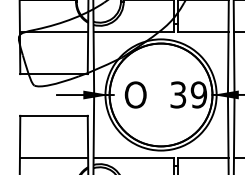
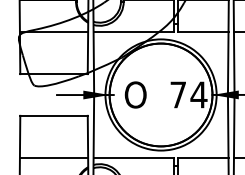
text at (188, 94): 39 -> 74
